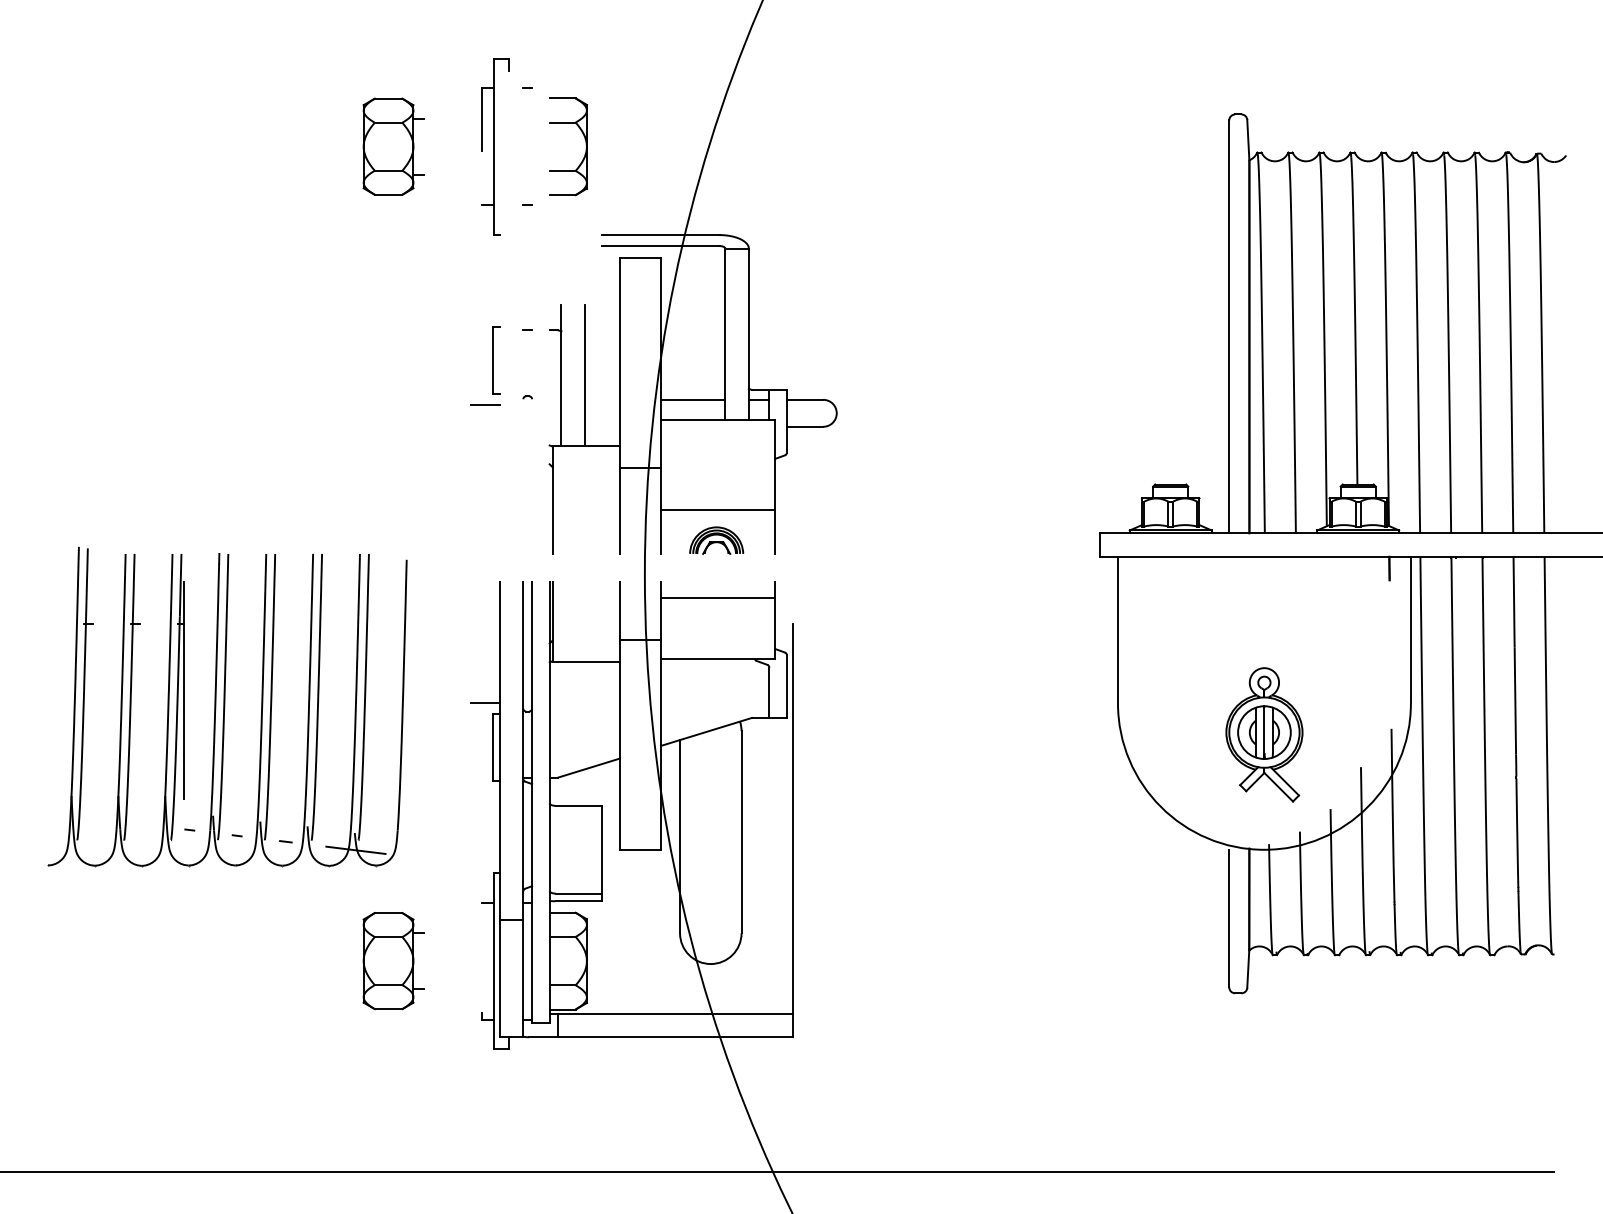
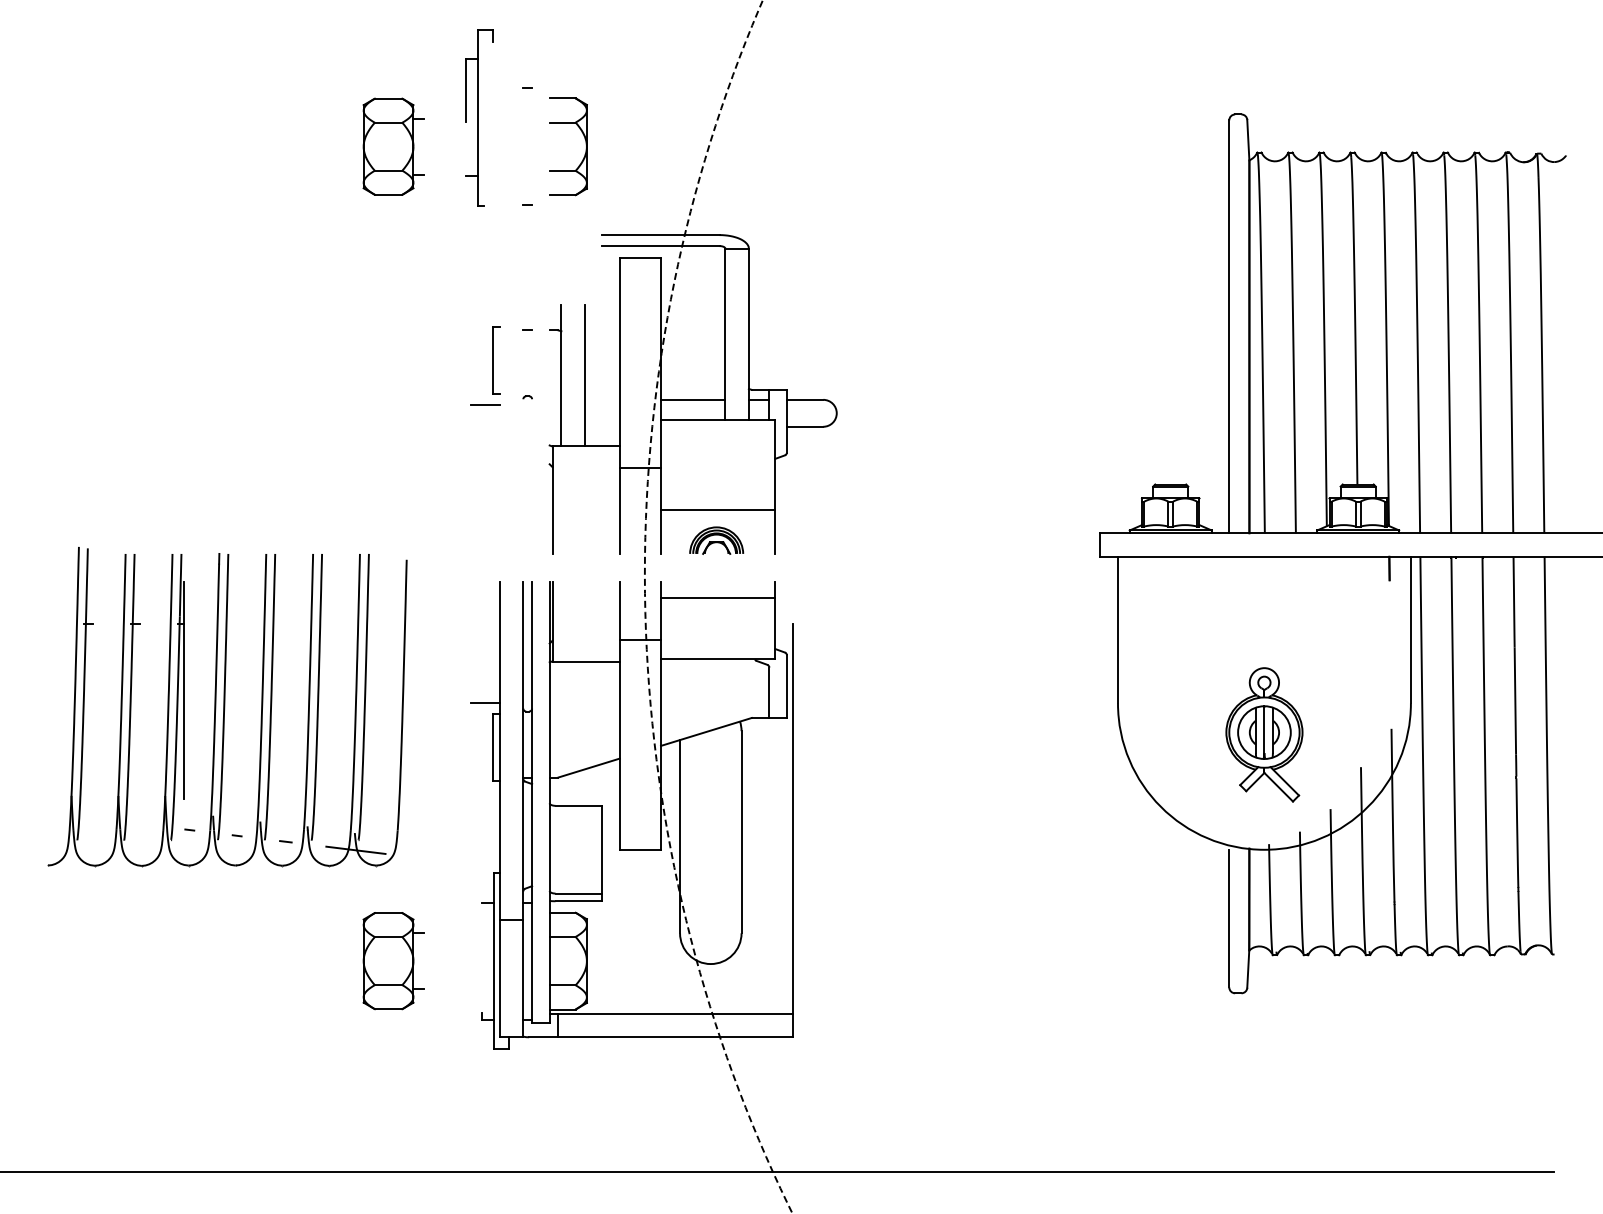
part at (495, 146) position: (495, 146) -> (479, 117)
circle at (718, 606): solid -> dashed
